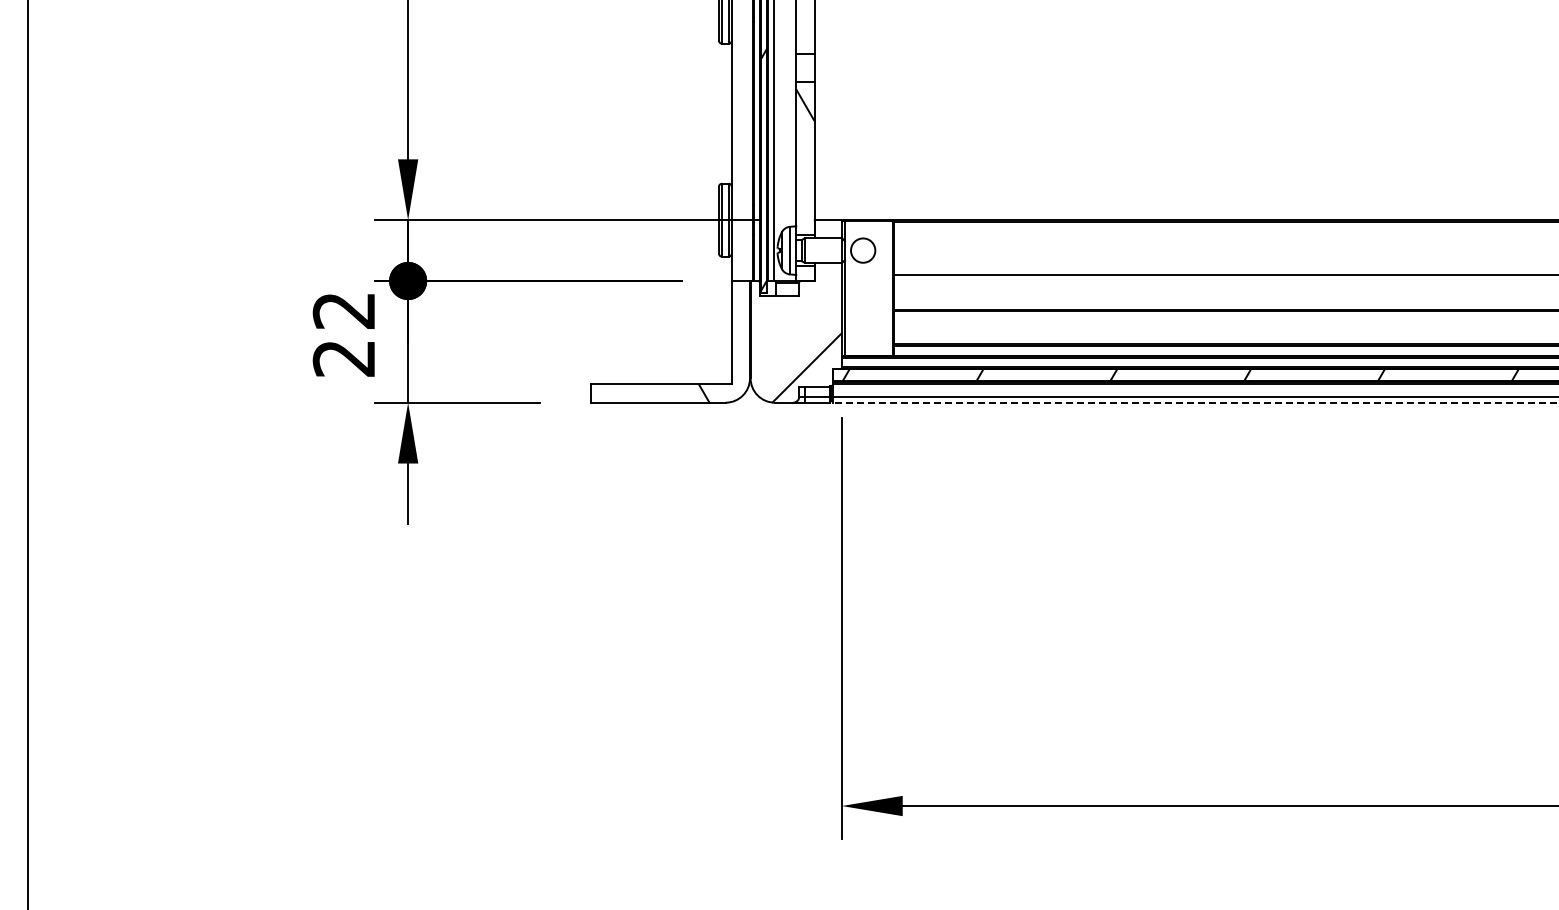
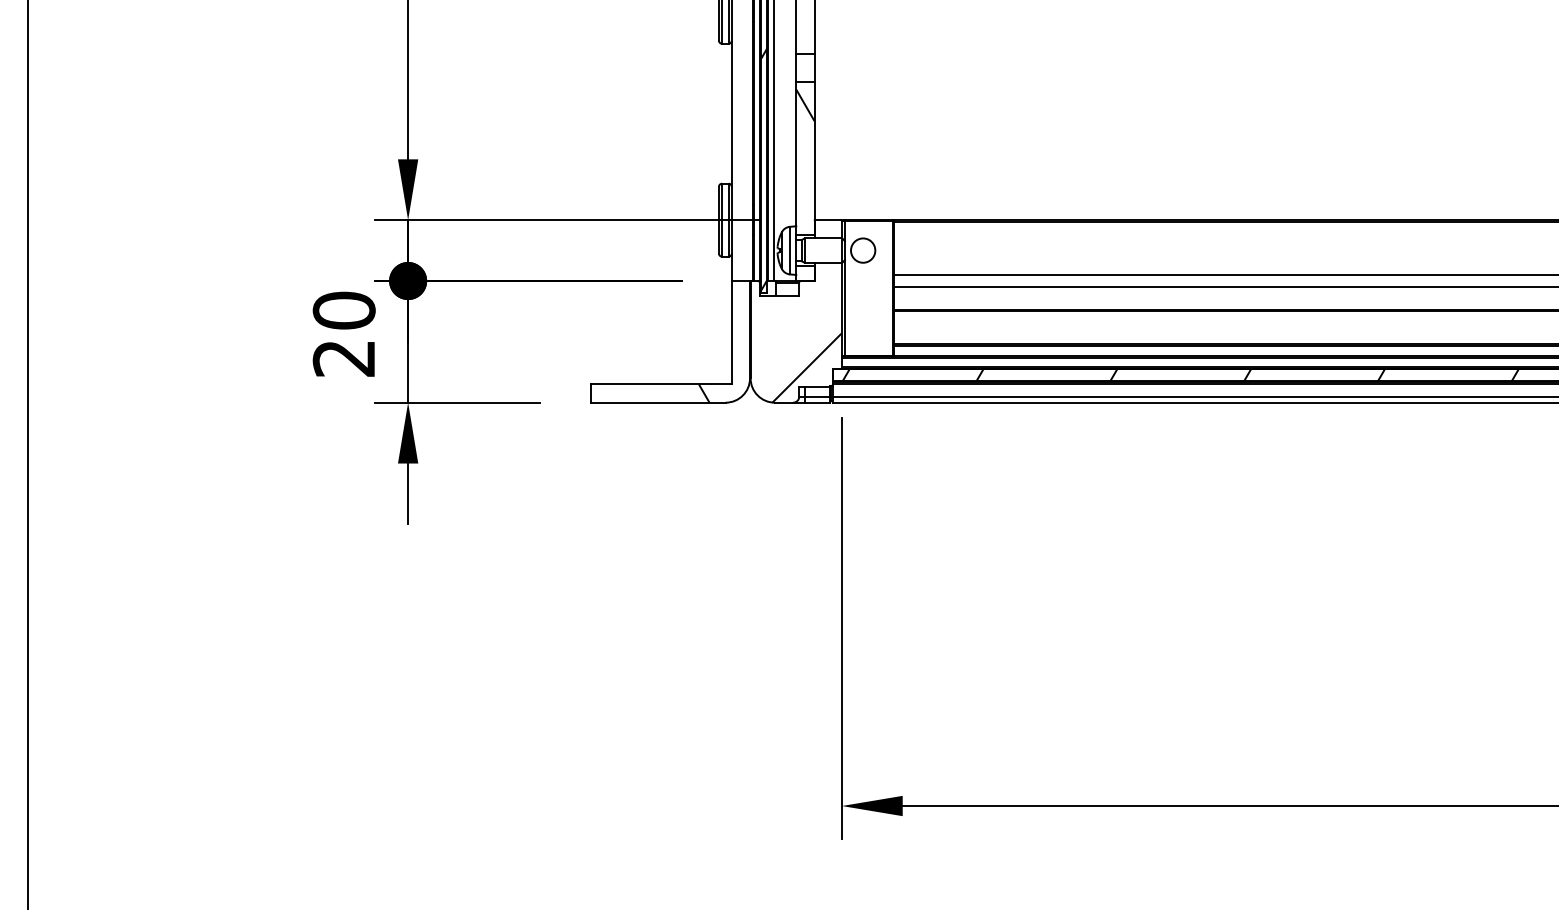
line at (1224, 287): none -> present
text at (343, 310): 22 -> 20
line at (1195, 402): dashed -> solid
